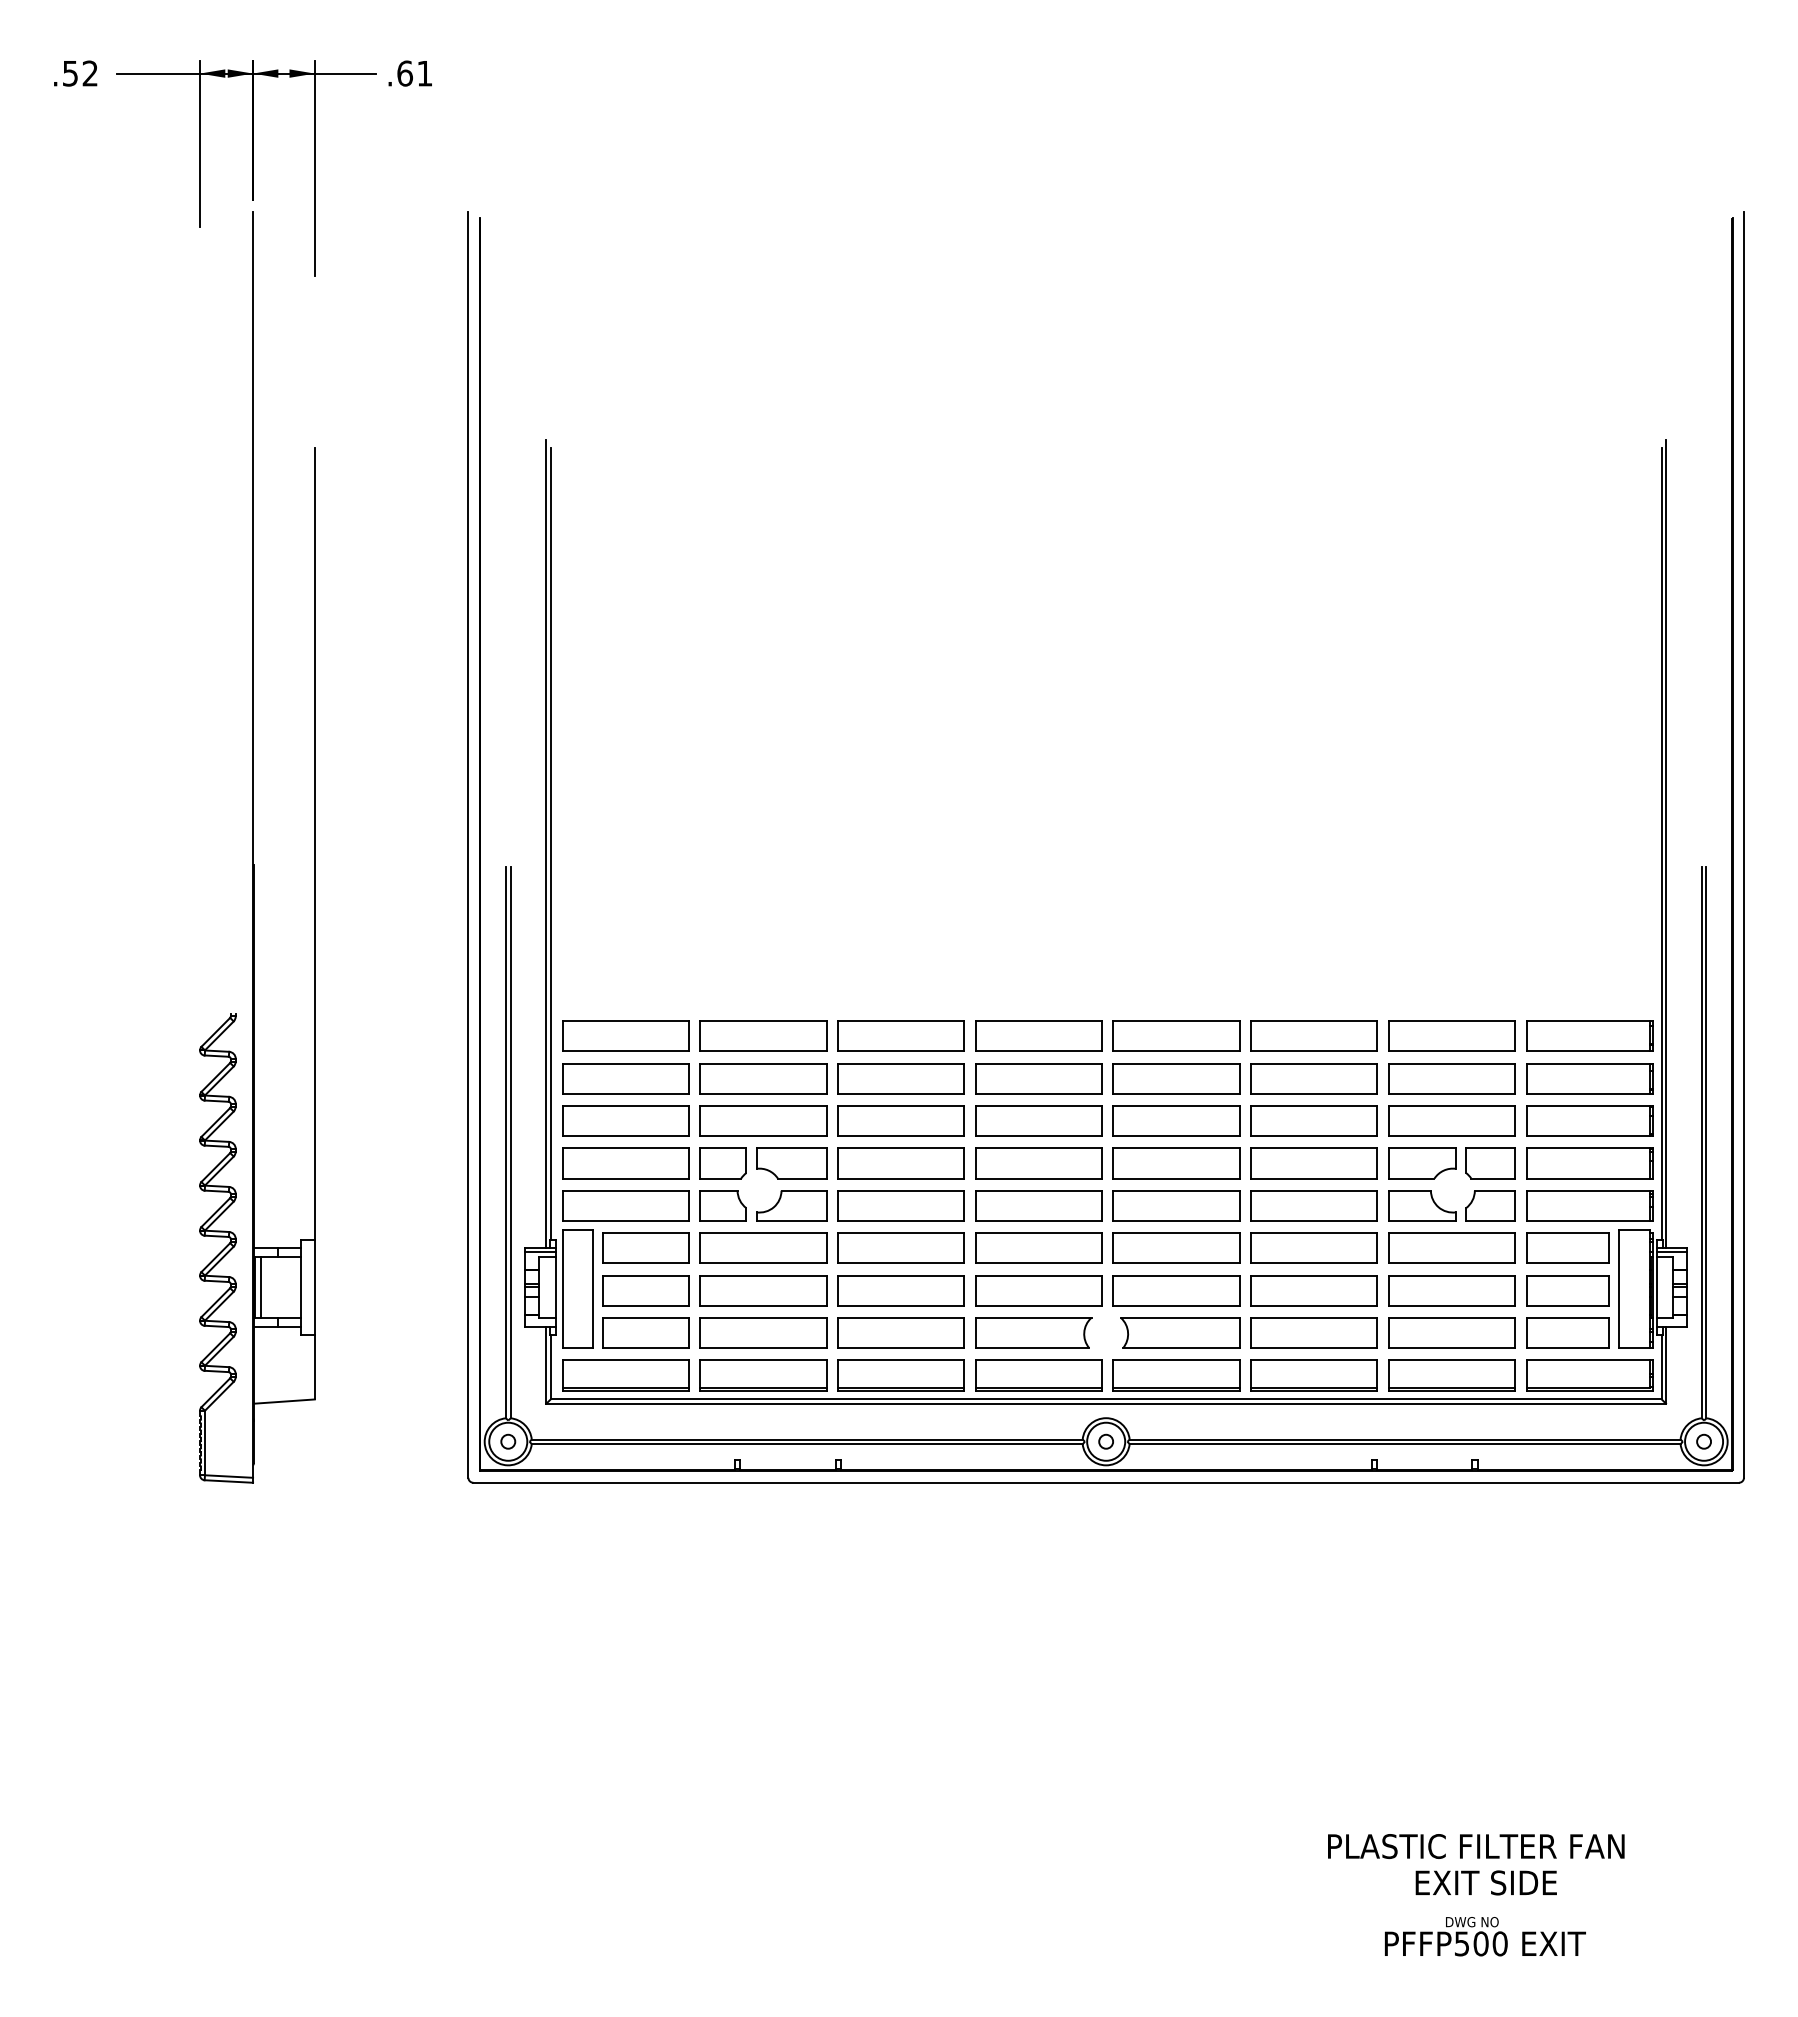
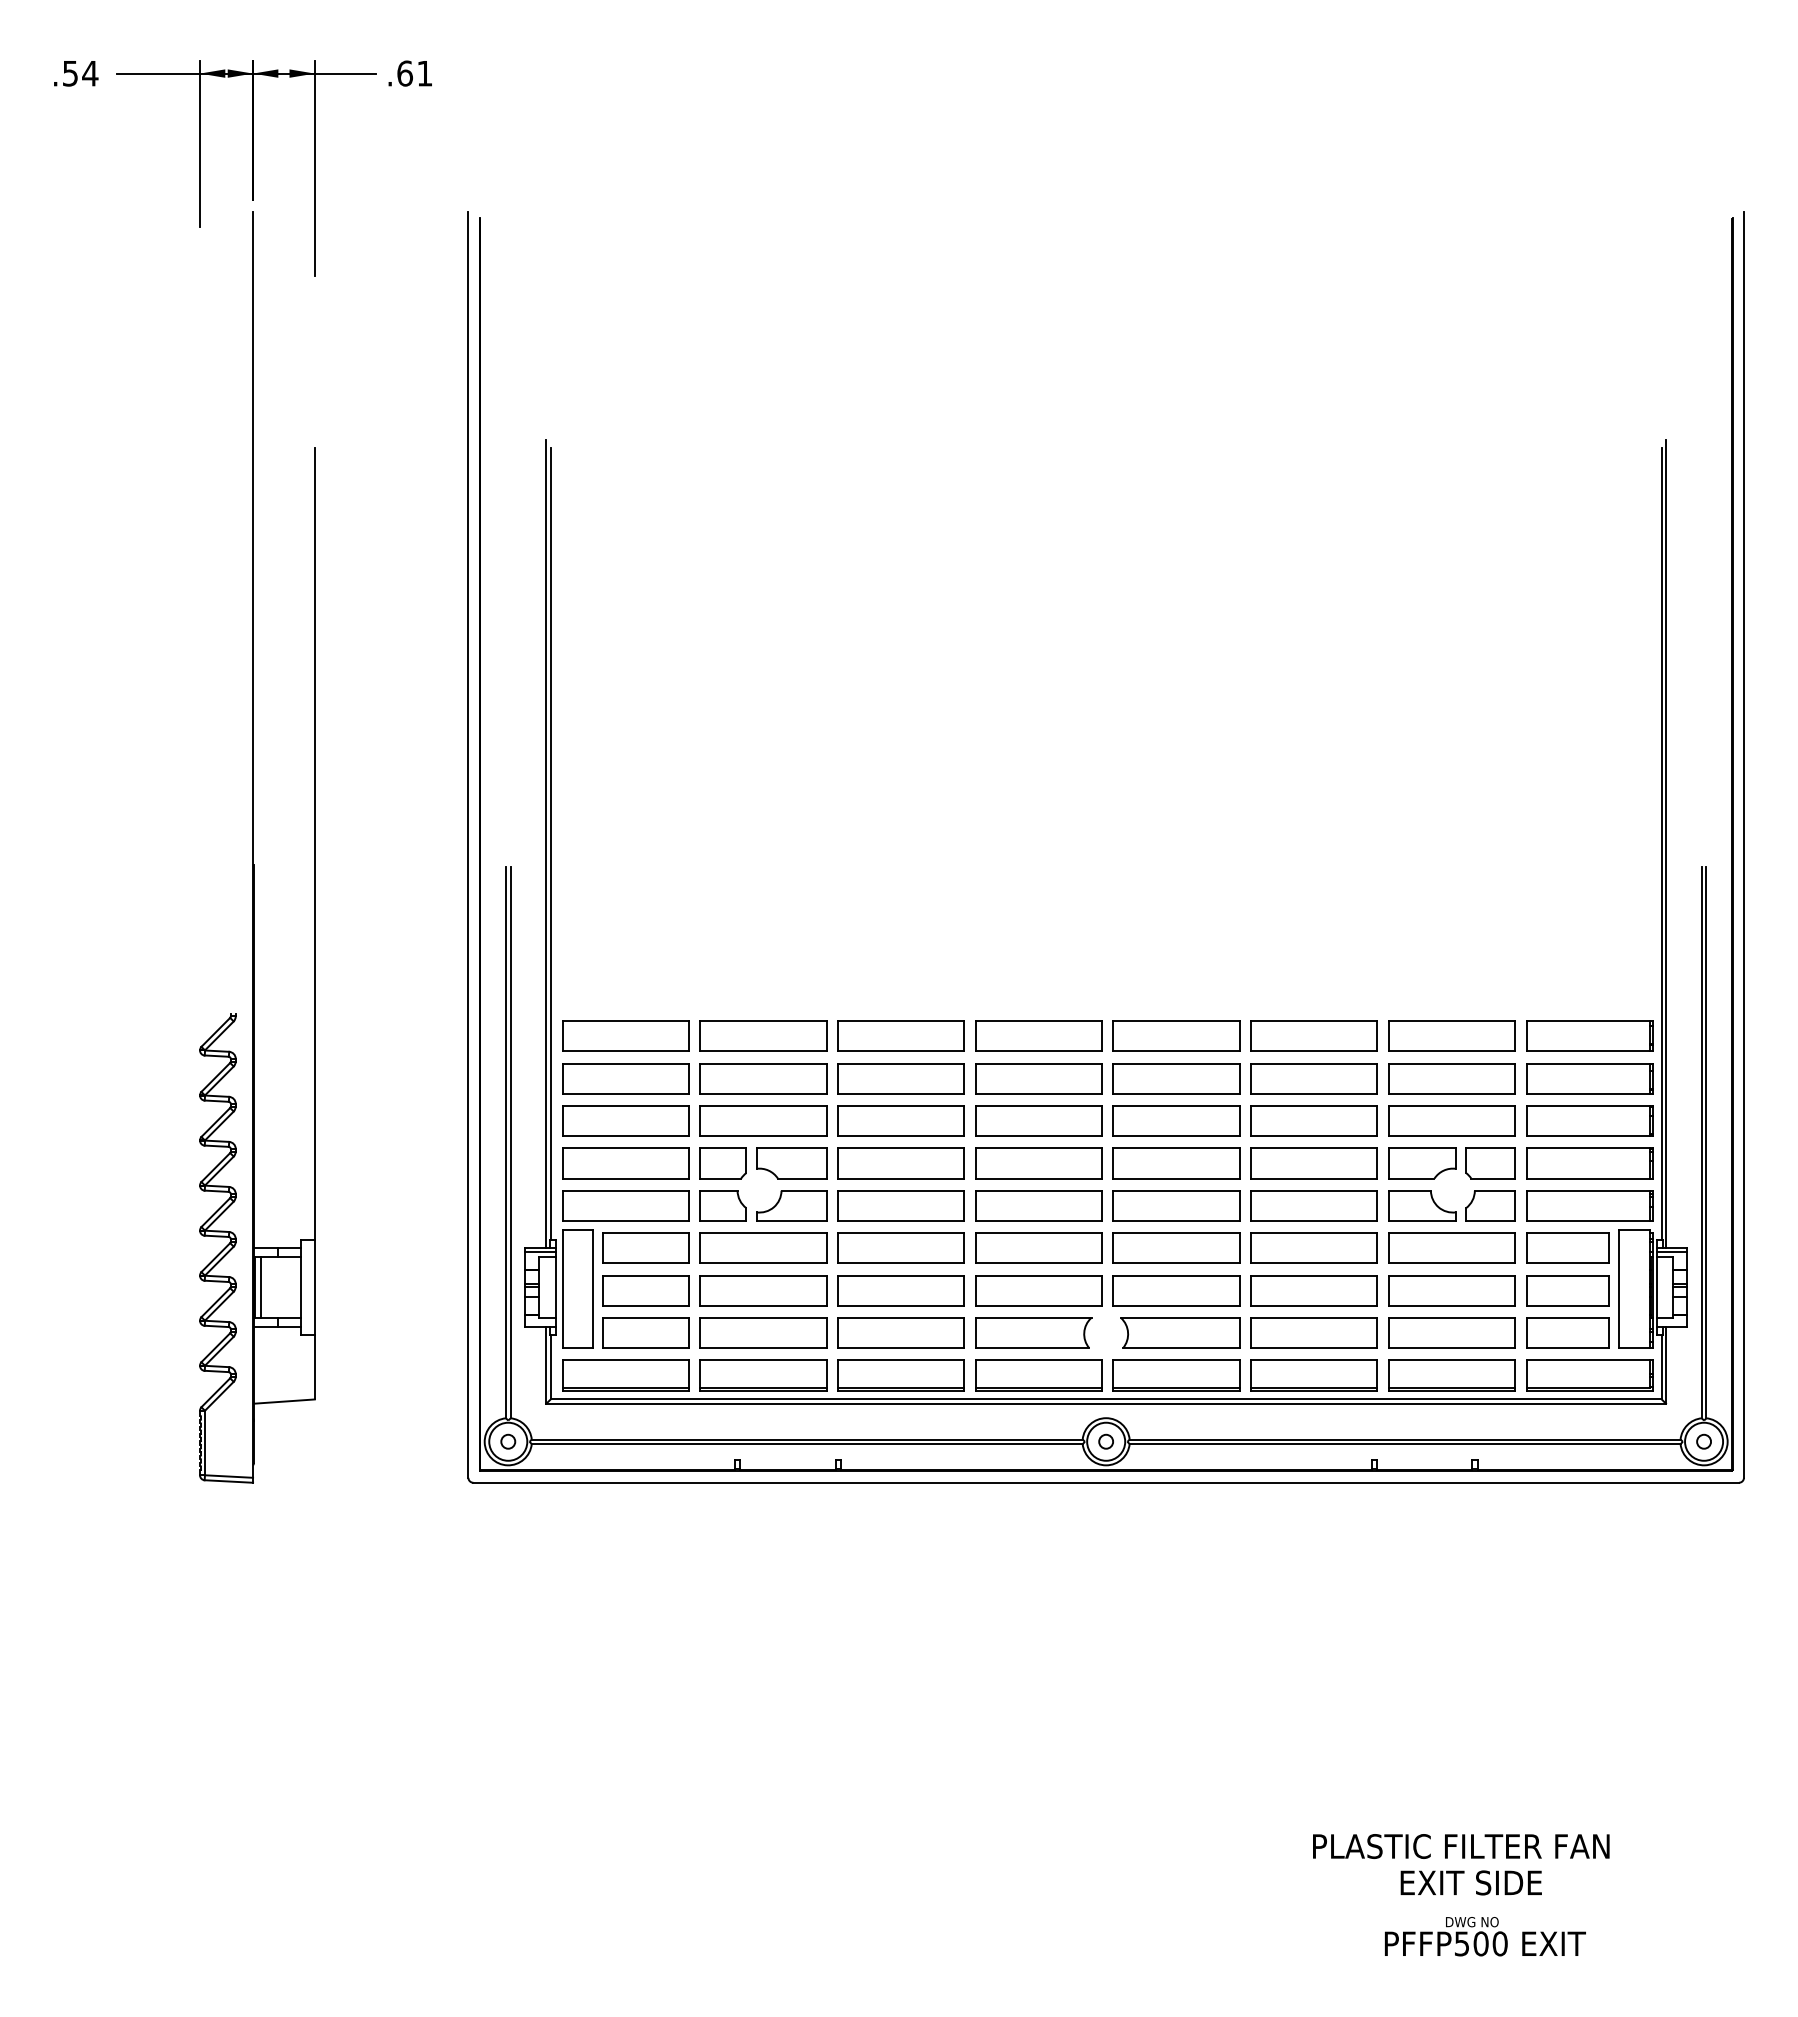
text at (90, 73): .52 -> .54
text at (1476, 1864) position: (1476, 1864) -> (1461, 1864)
